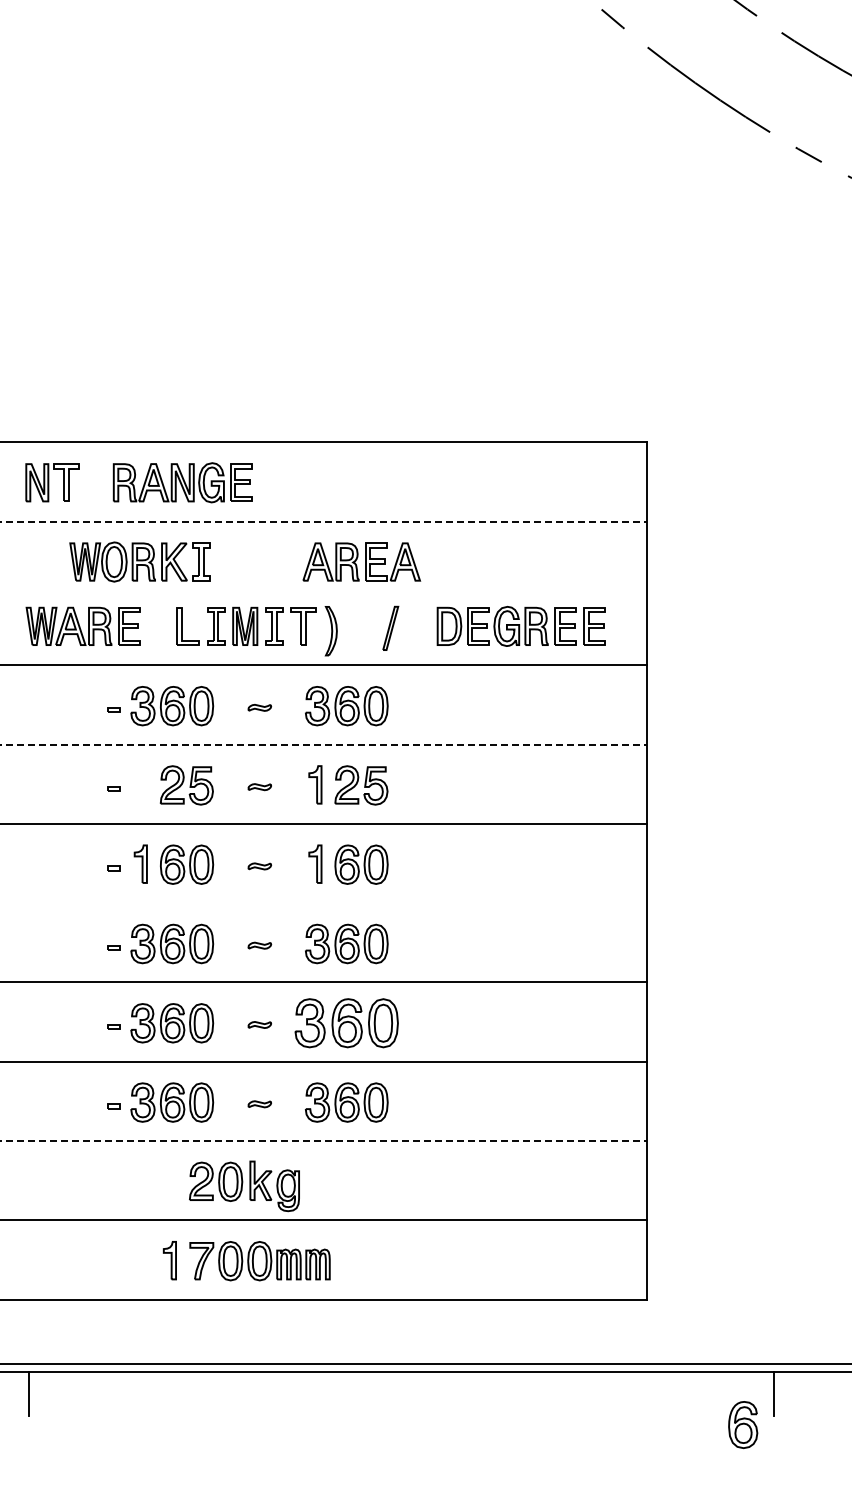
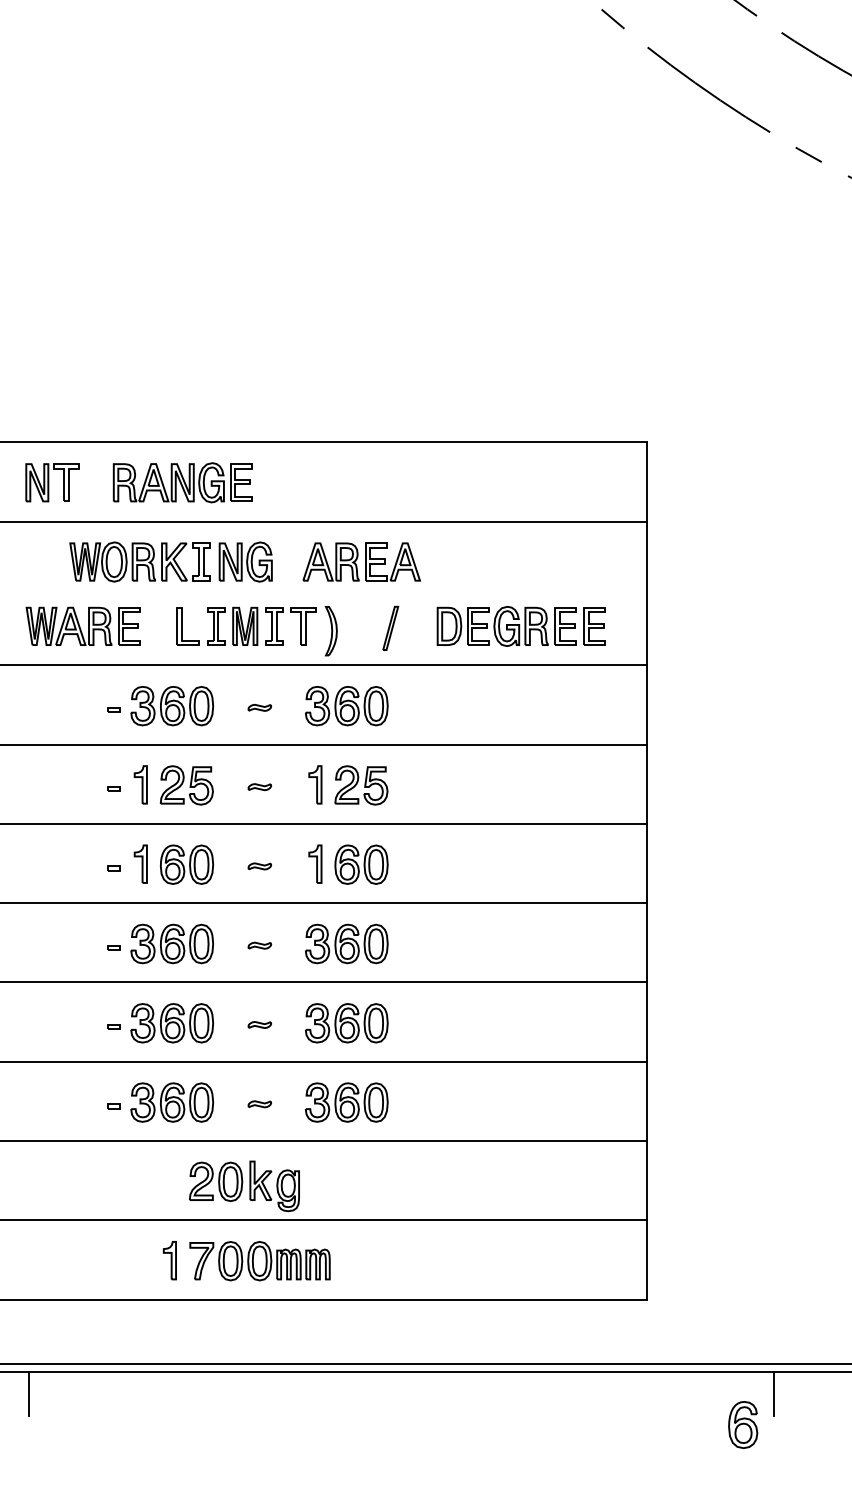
line at (324, 521): dashed -> solid
part at (245, 561): none -> present
line at (324, 744): dashed -> solid
part at (140, 784): none -> present
line at (324, 903): none -> present
part at (346, 1023) size: 105x51 px -> 84x41 px
line at (324, 1140): dashed -> solid
